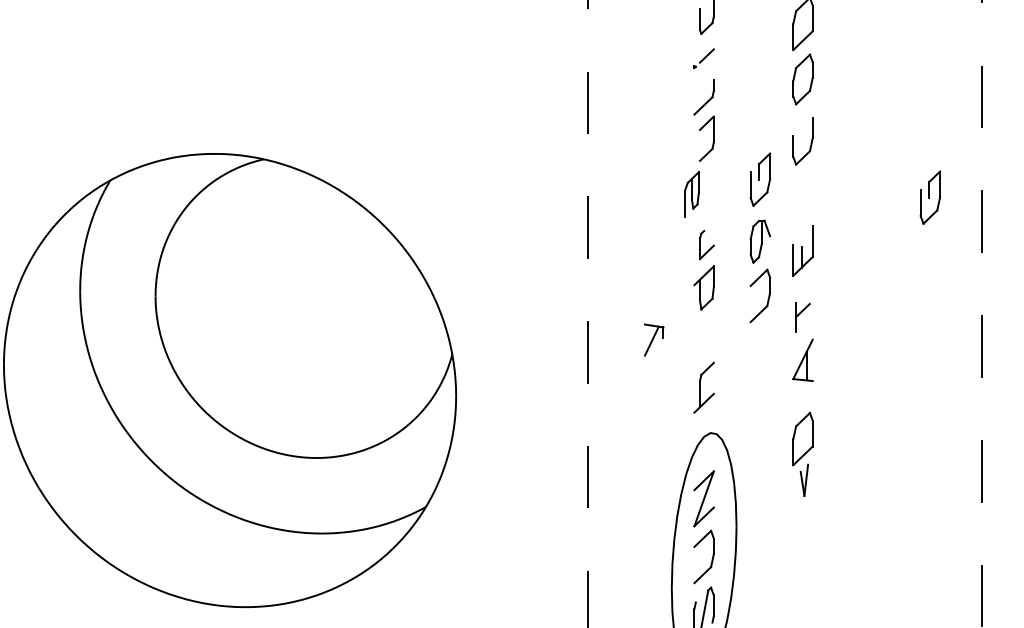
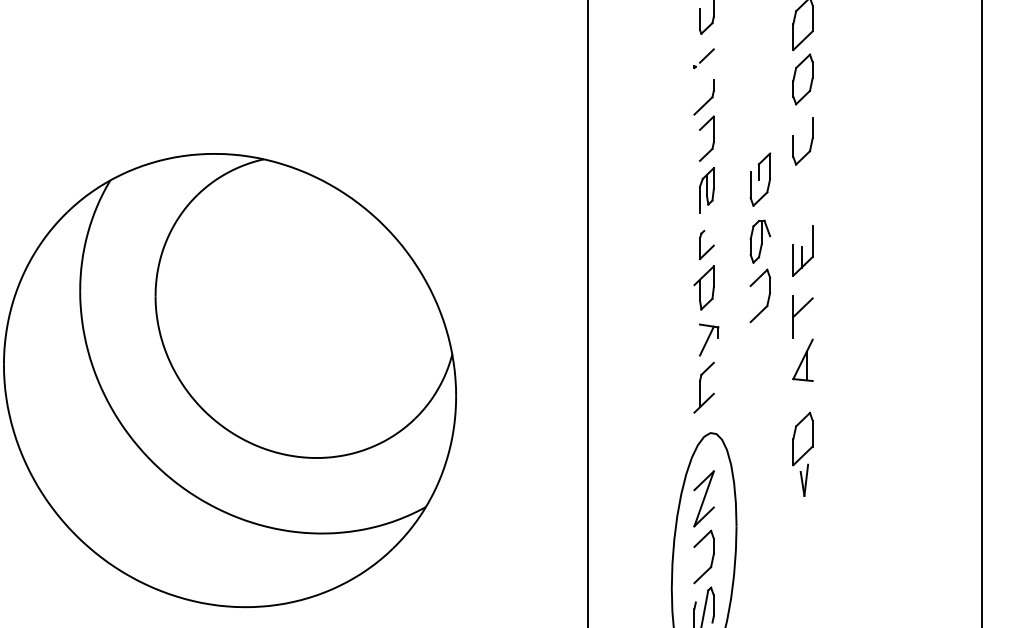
part at (691, 194) position: (691, 194) -> (706, 190)
part at (930, 197): present -> none
line at (588, 313): dashed -> solid
line at (982, 314): dashed -> solid
part at (802, 317) size: 16x31 px -> 22x44 px
part at (654, 339) position: (654, 339) -> (709, 339)
